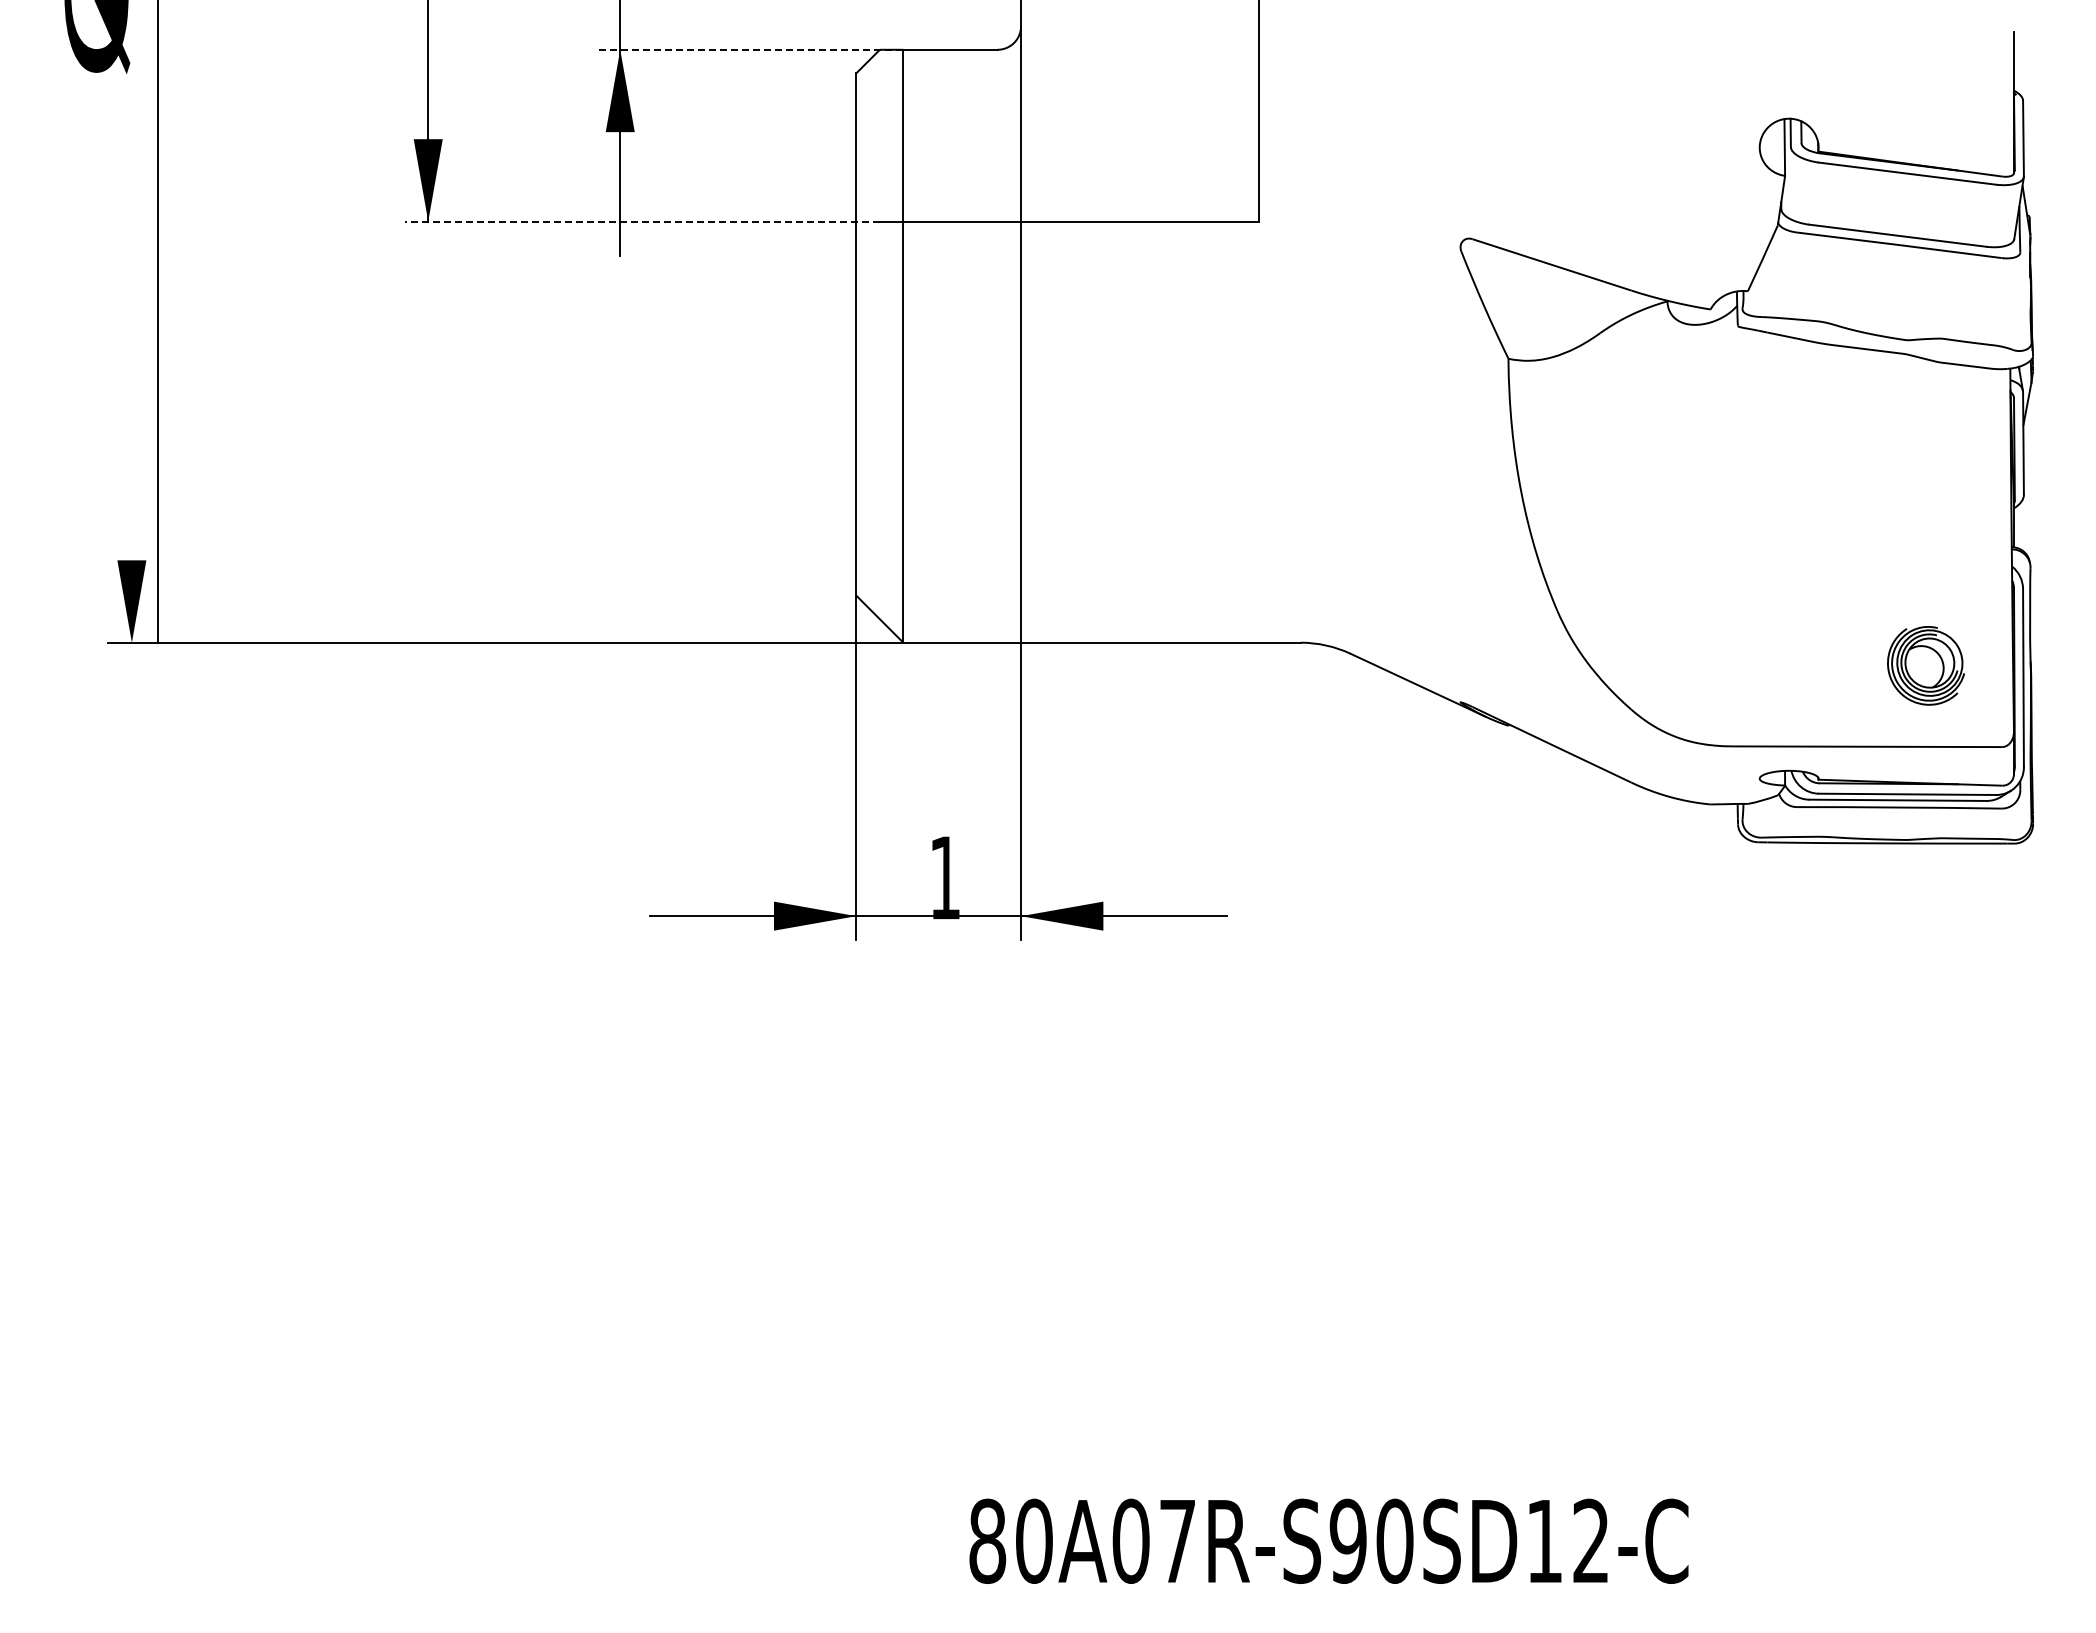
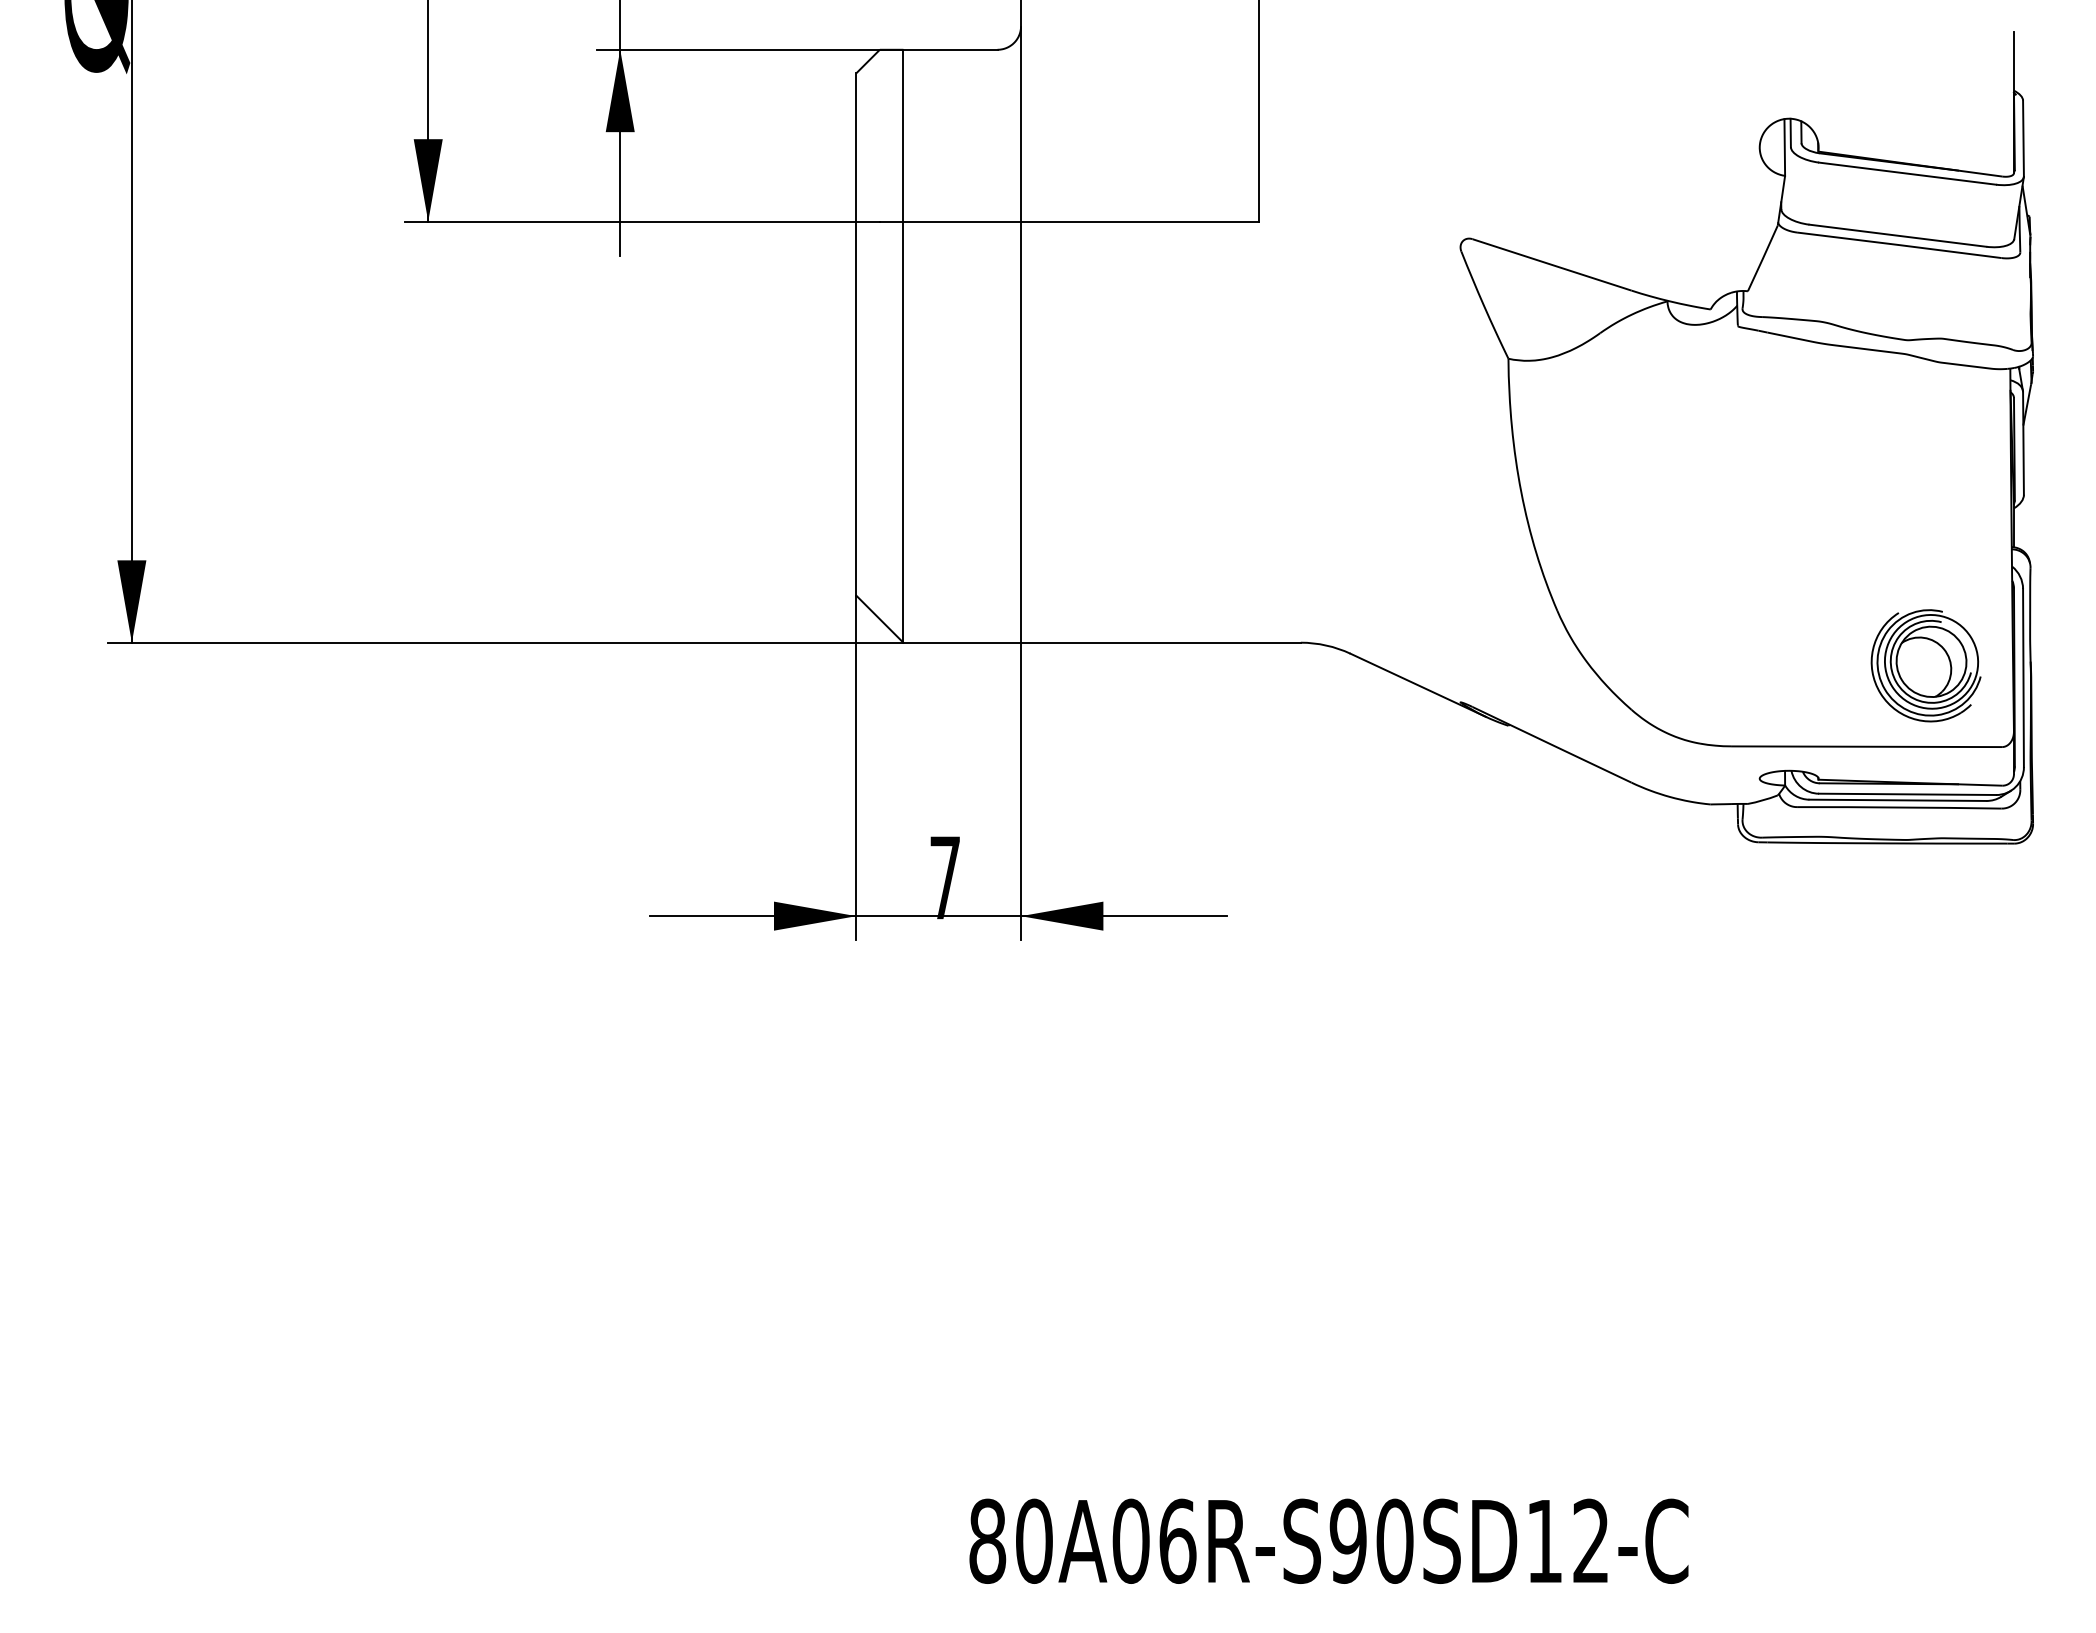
line at (749, 49): dashed -> solid
line at (642, 221): dashed -> solid
line at (157, 322) position: (157, 322) -> (131, 322)
part at (1925, 665) size: 78x80 px -> 112x114 px
text at (944, 877): 1 -> 7
text at (1177, 1540): 80A07R-S90SD12-C -> 80A06R-S90SD12-C
